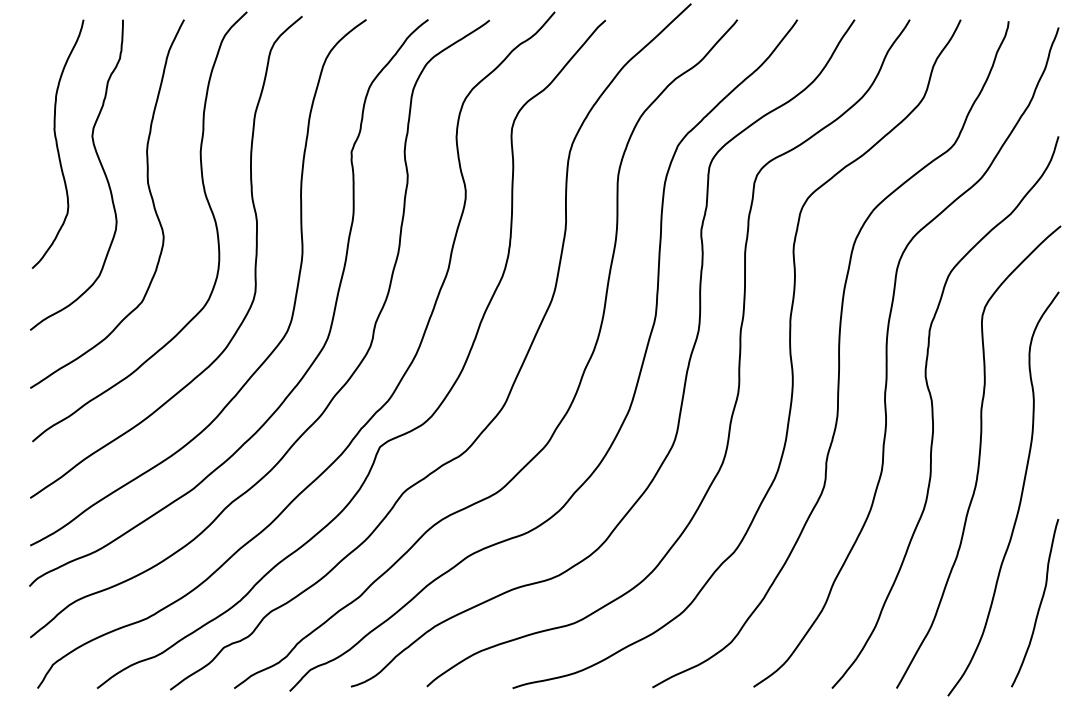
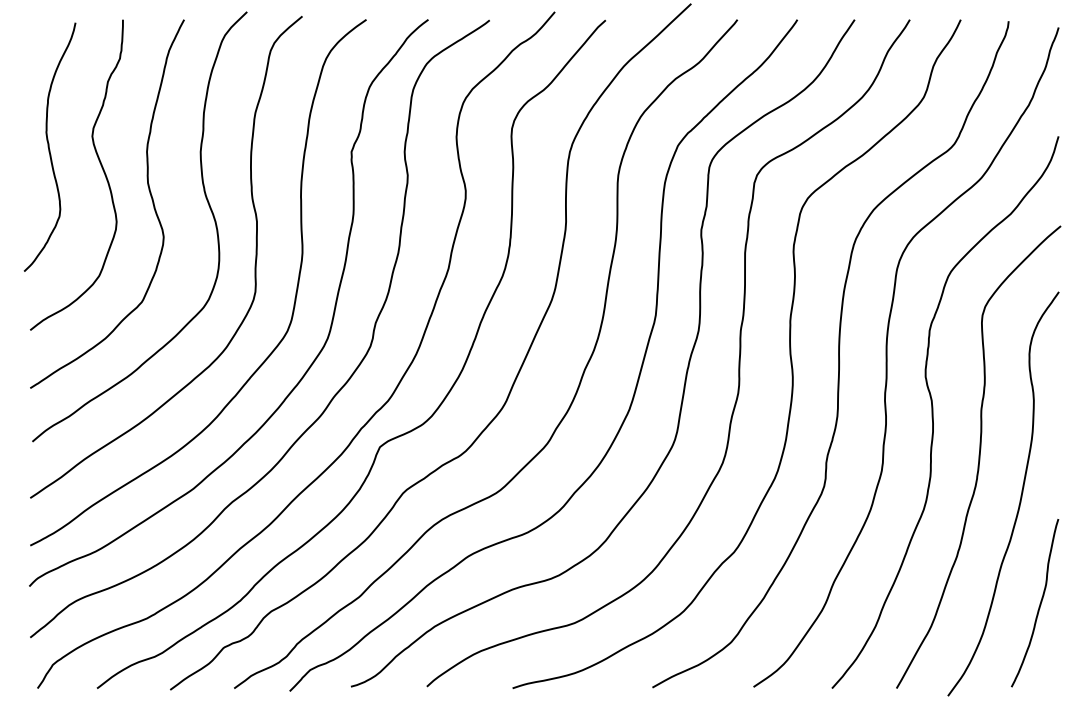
curve at (57, 143) position: (57, 143) -> (49, 146)
